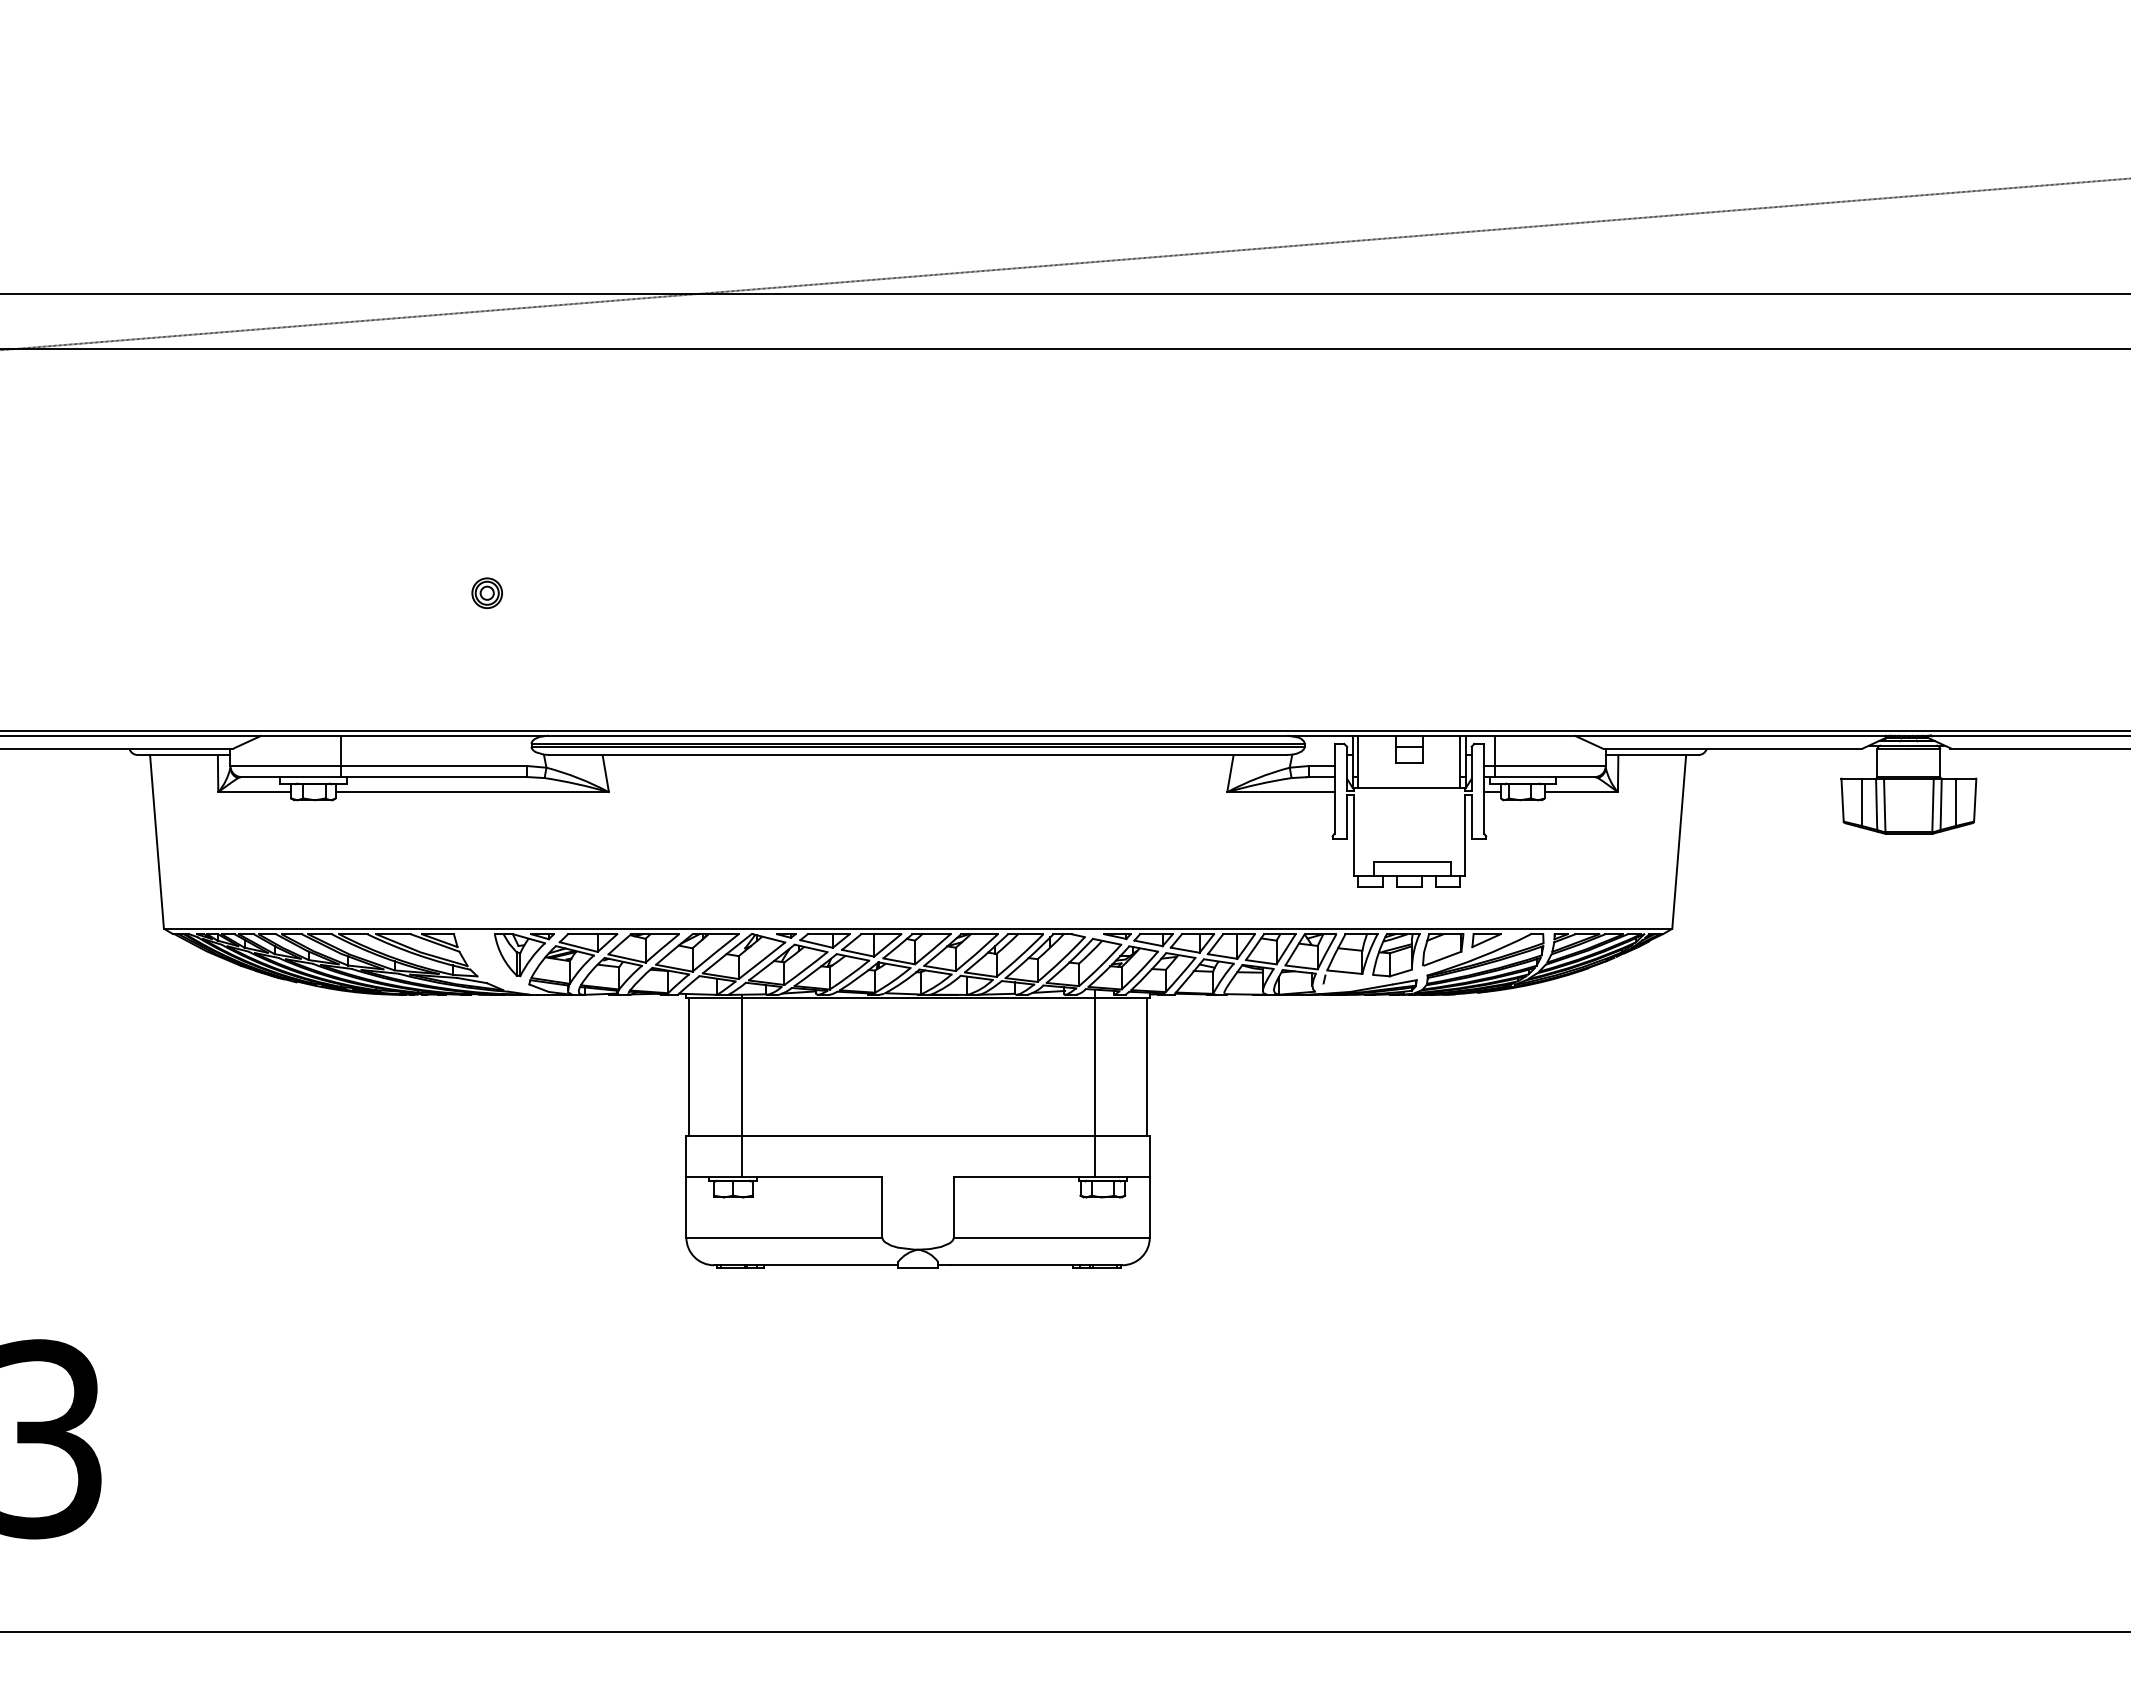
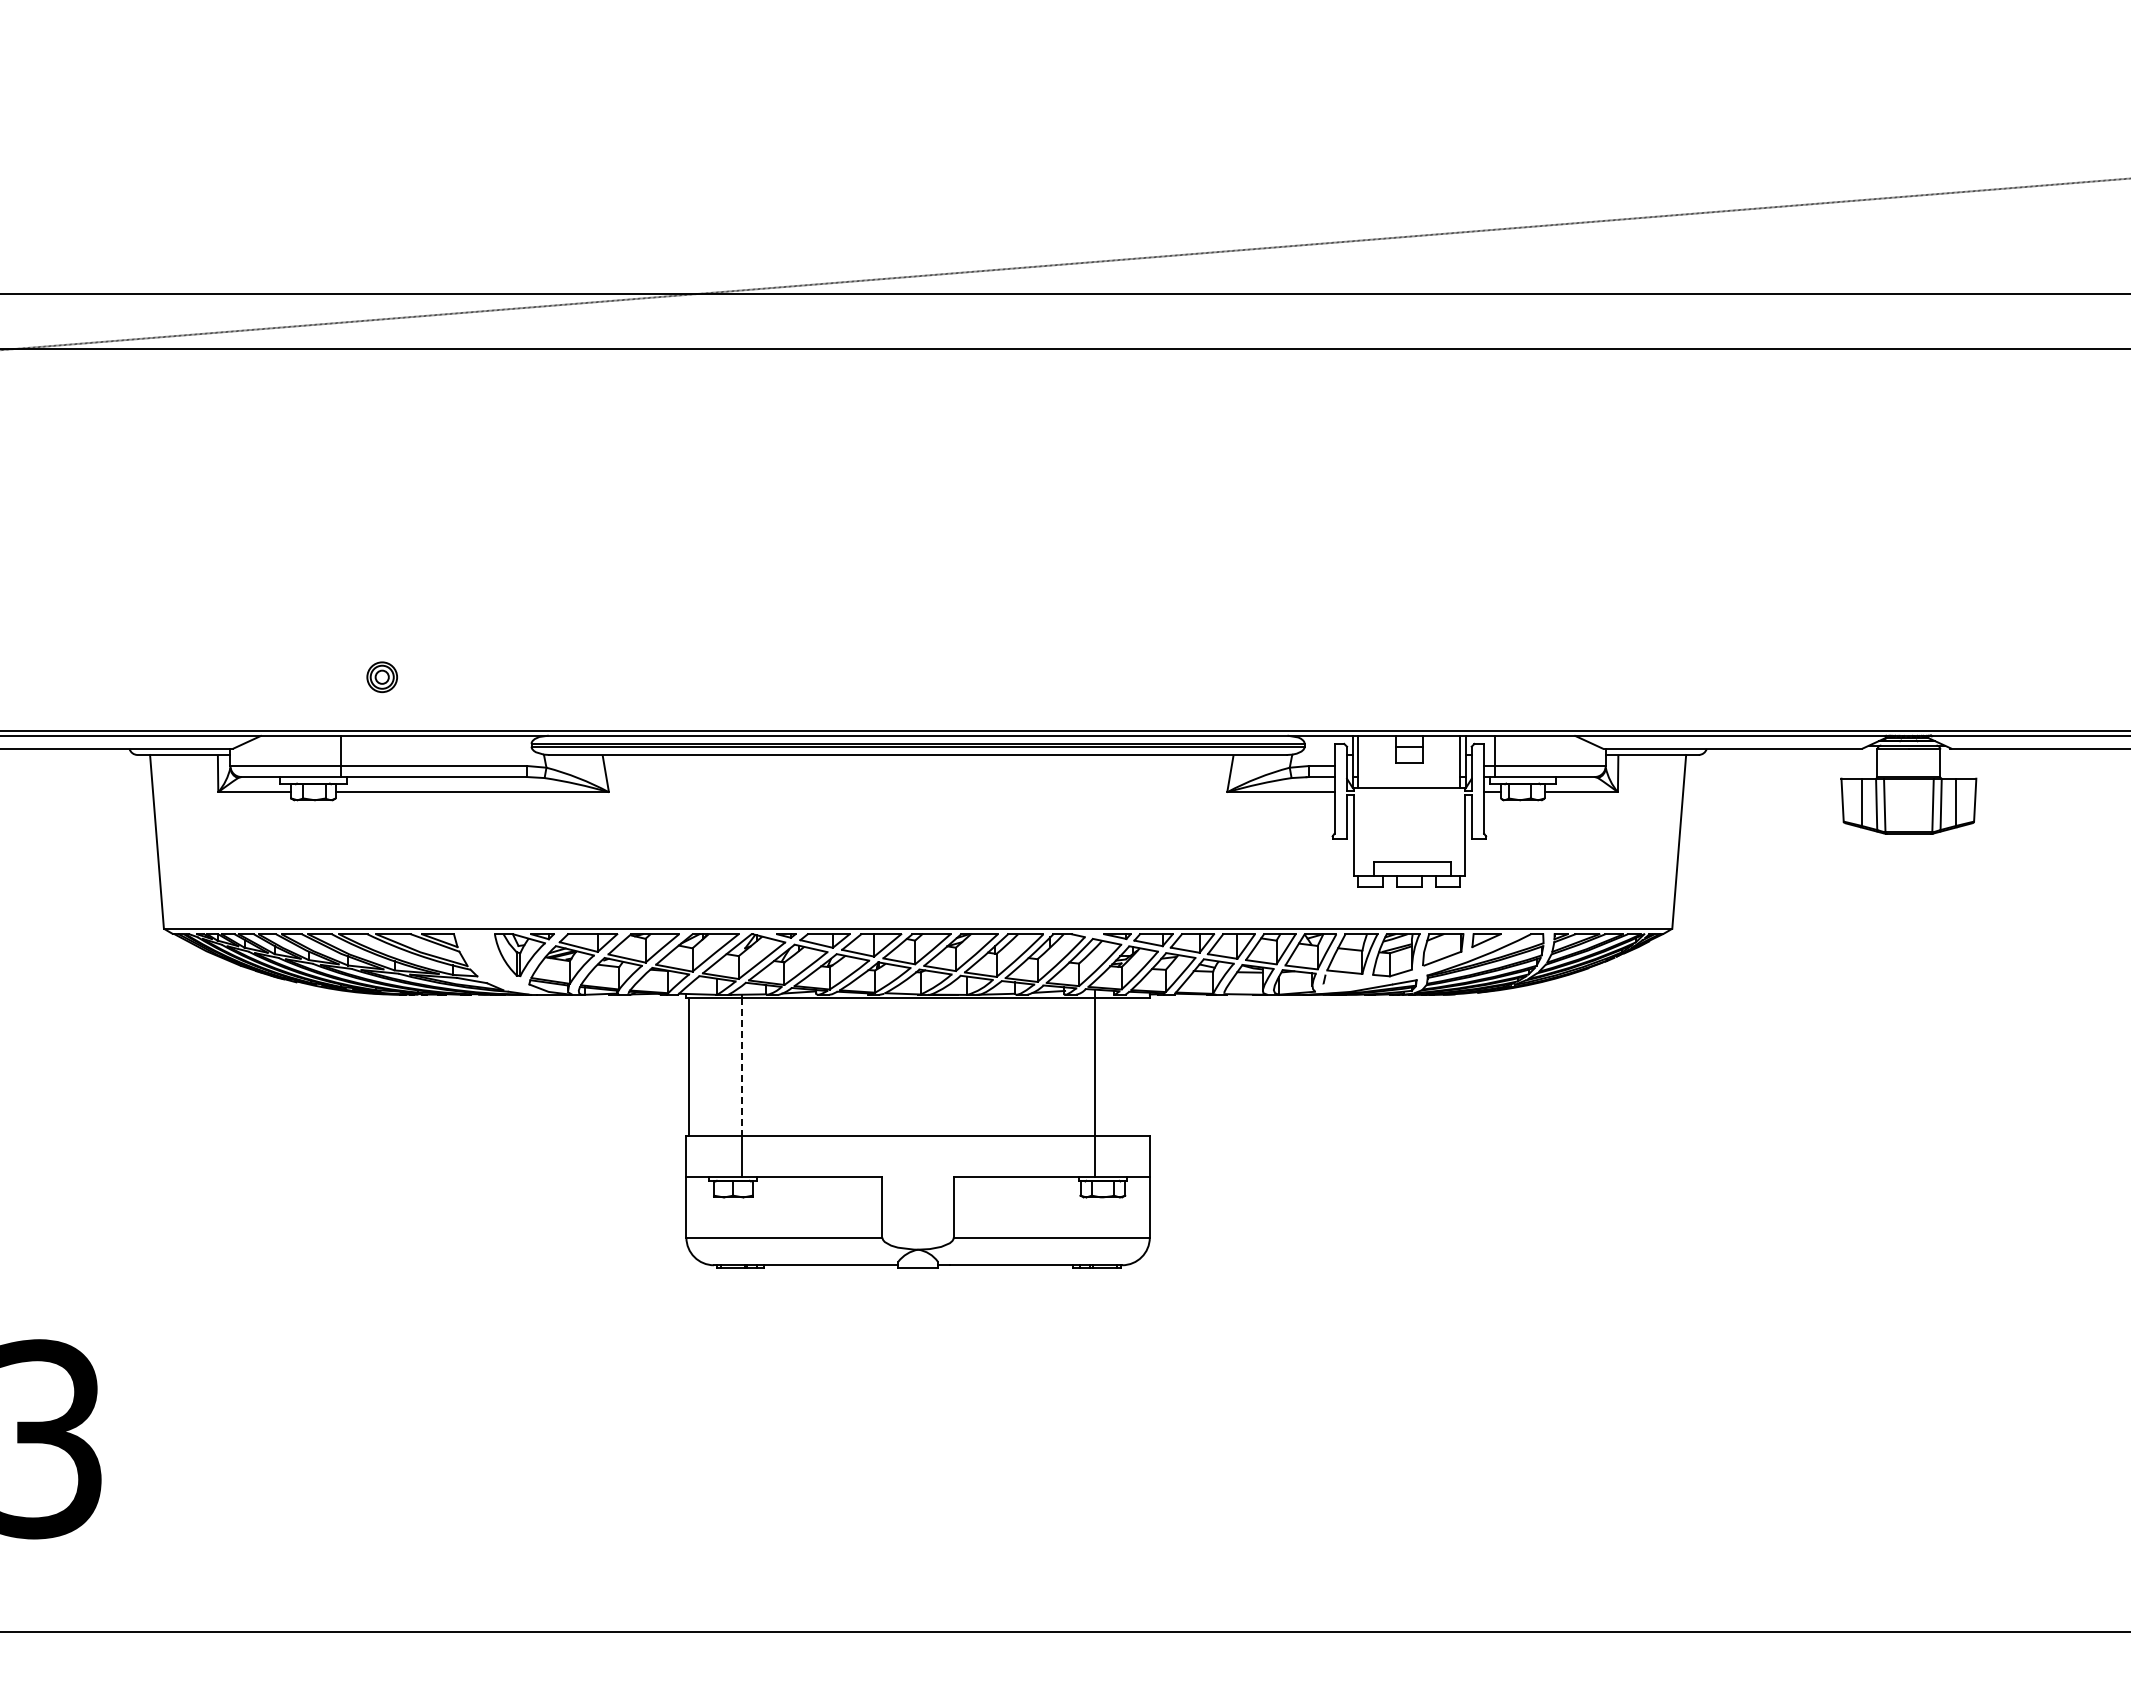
part at (486, 593) position: (486, 593) -> (381, 677)
line at (741, 1066): solid -> dashed
line at (1147, 1066): present -> none
